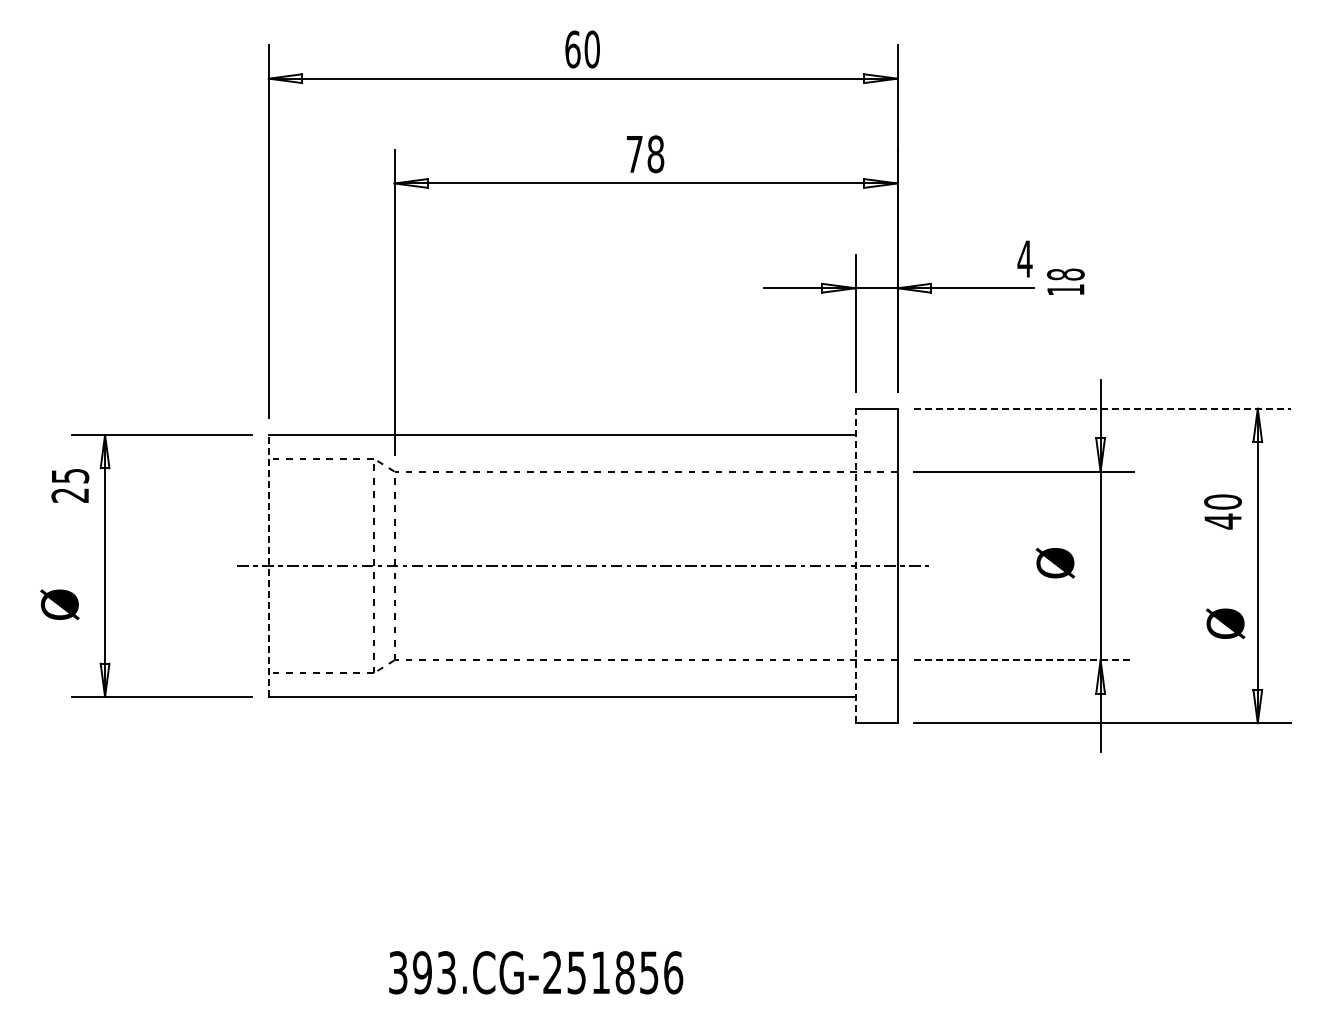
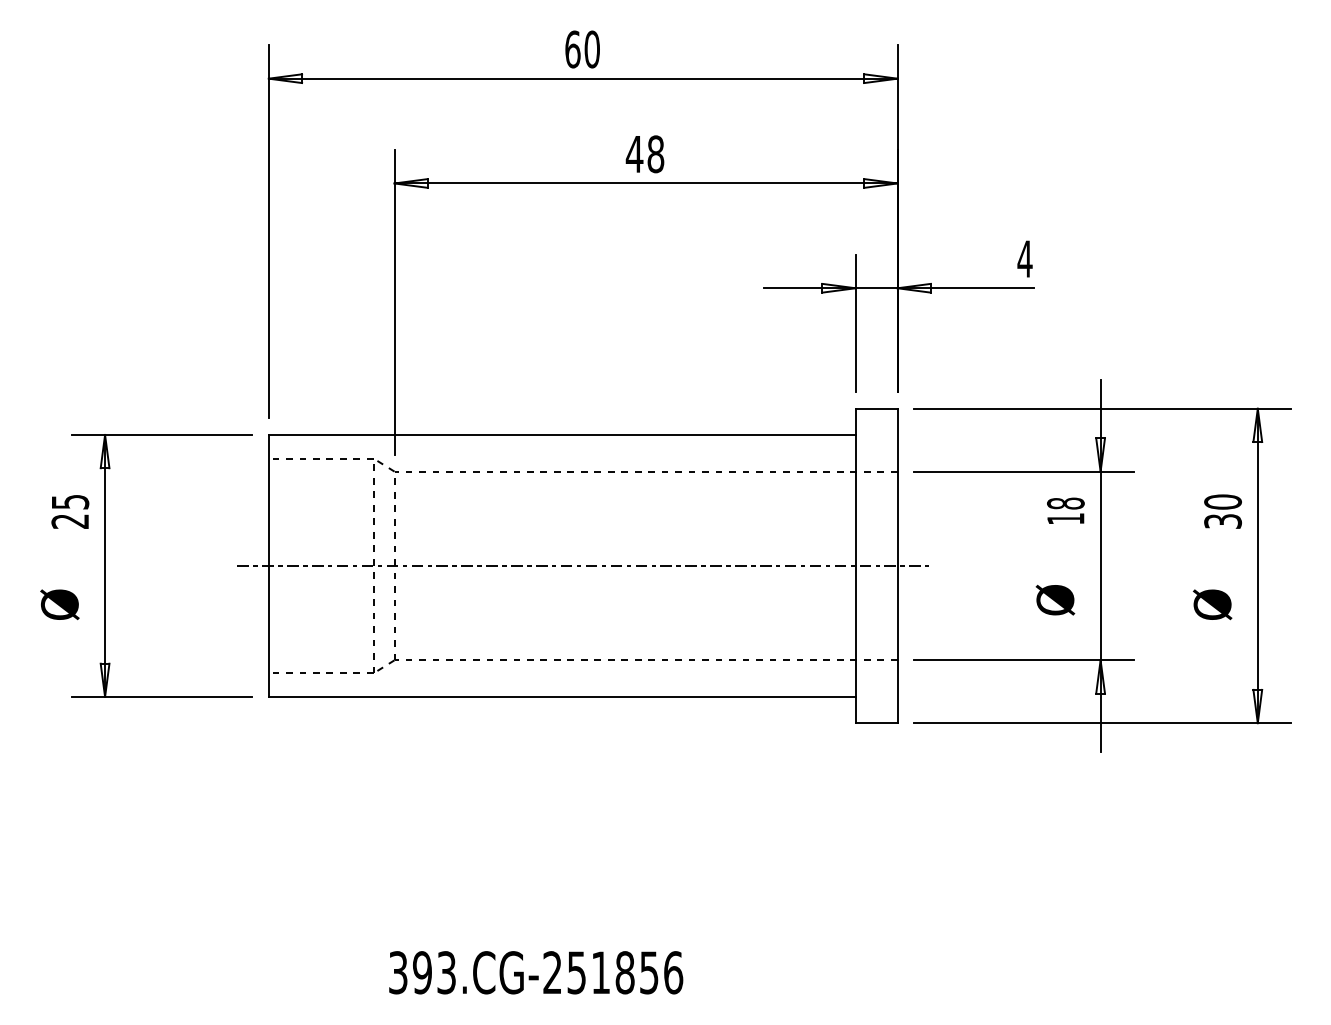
text at (634, 154): 78 -> 48
text at (1065, 281) position: (1065, 281) -> (1065, 510)
line at (1103, 408): dashed -> solid
text at (70, 485) position: (70, 485) -> (70, 511)
text at (1222, 521): 40 -> 30
text at (1055, 562) position: (1055, 562) -> (1055, 599)
line at (268, 565): dashed -> solid
line at (855, 565): dashed -> solid
text at (1225, 623) position: (1225, 623) -> (1212, 604)
line at (1024, 660): dashed -> solid
